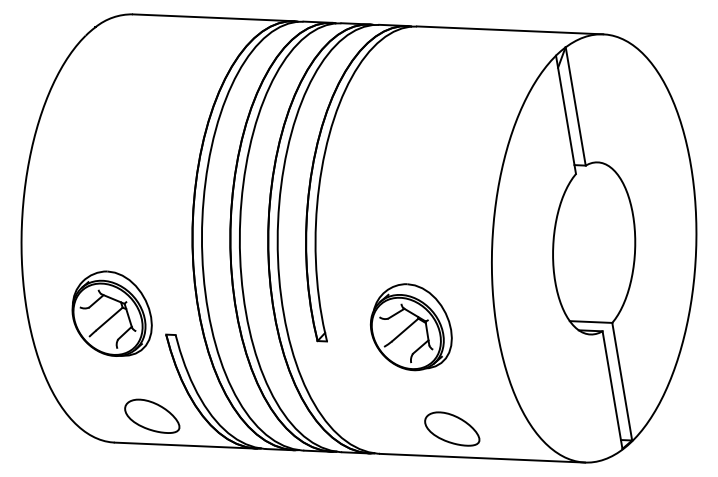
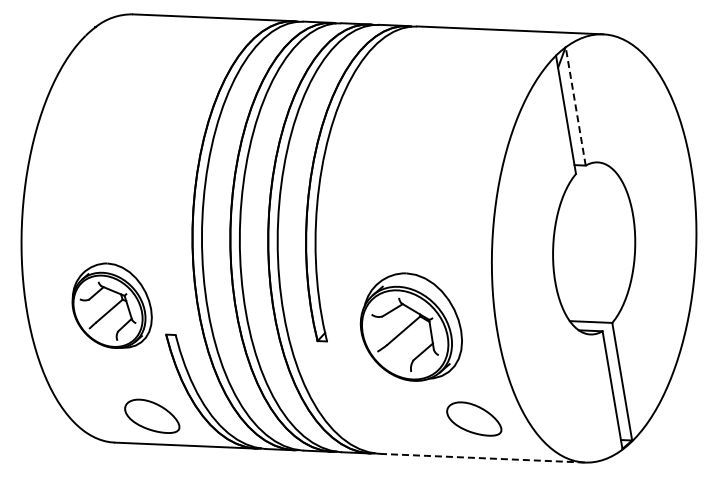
line at (575, 106): solid -> dashed
part at (111, 313) position: (111, 313) -> (111, 305)
part at (410, 327) size: 84x89 px -> 104x110 px
part at (452, 428) position: (452, 428) -> (474, 418)
line at (482, 458): solid -> dashed
